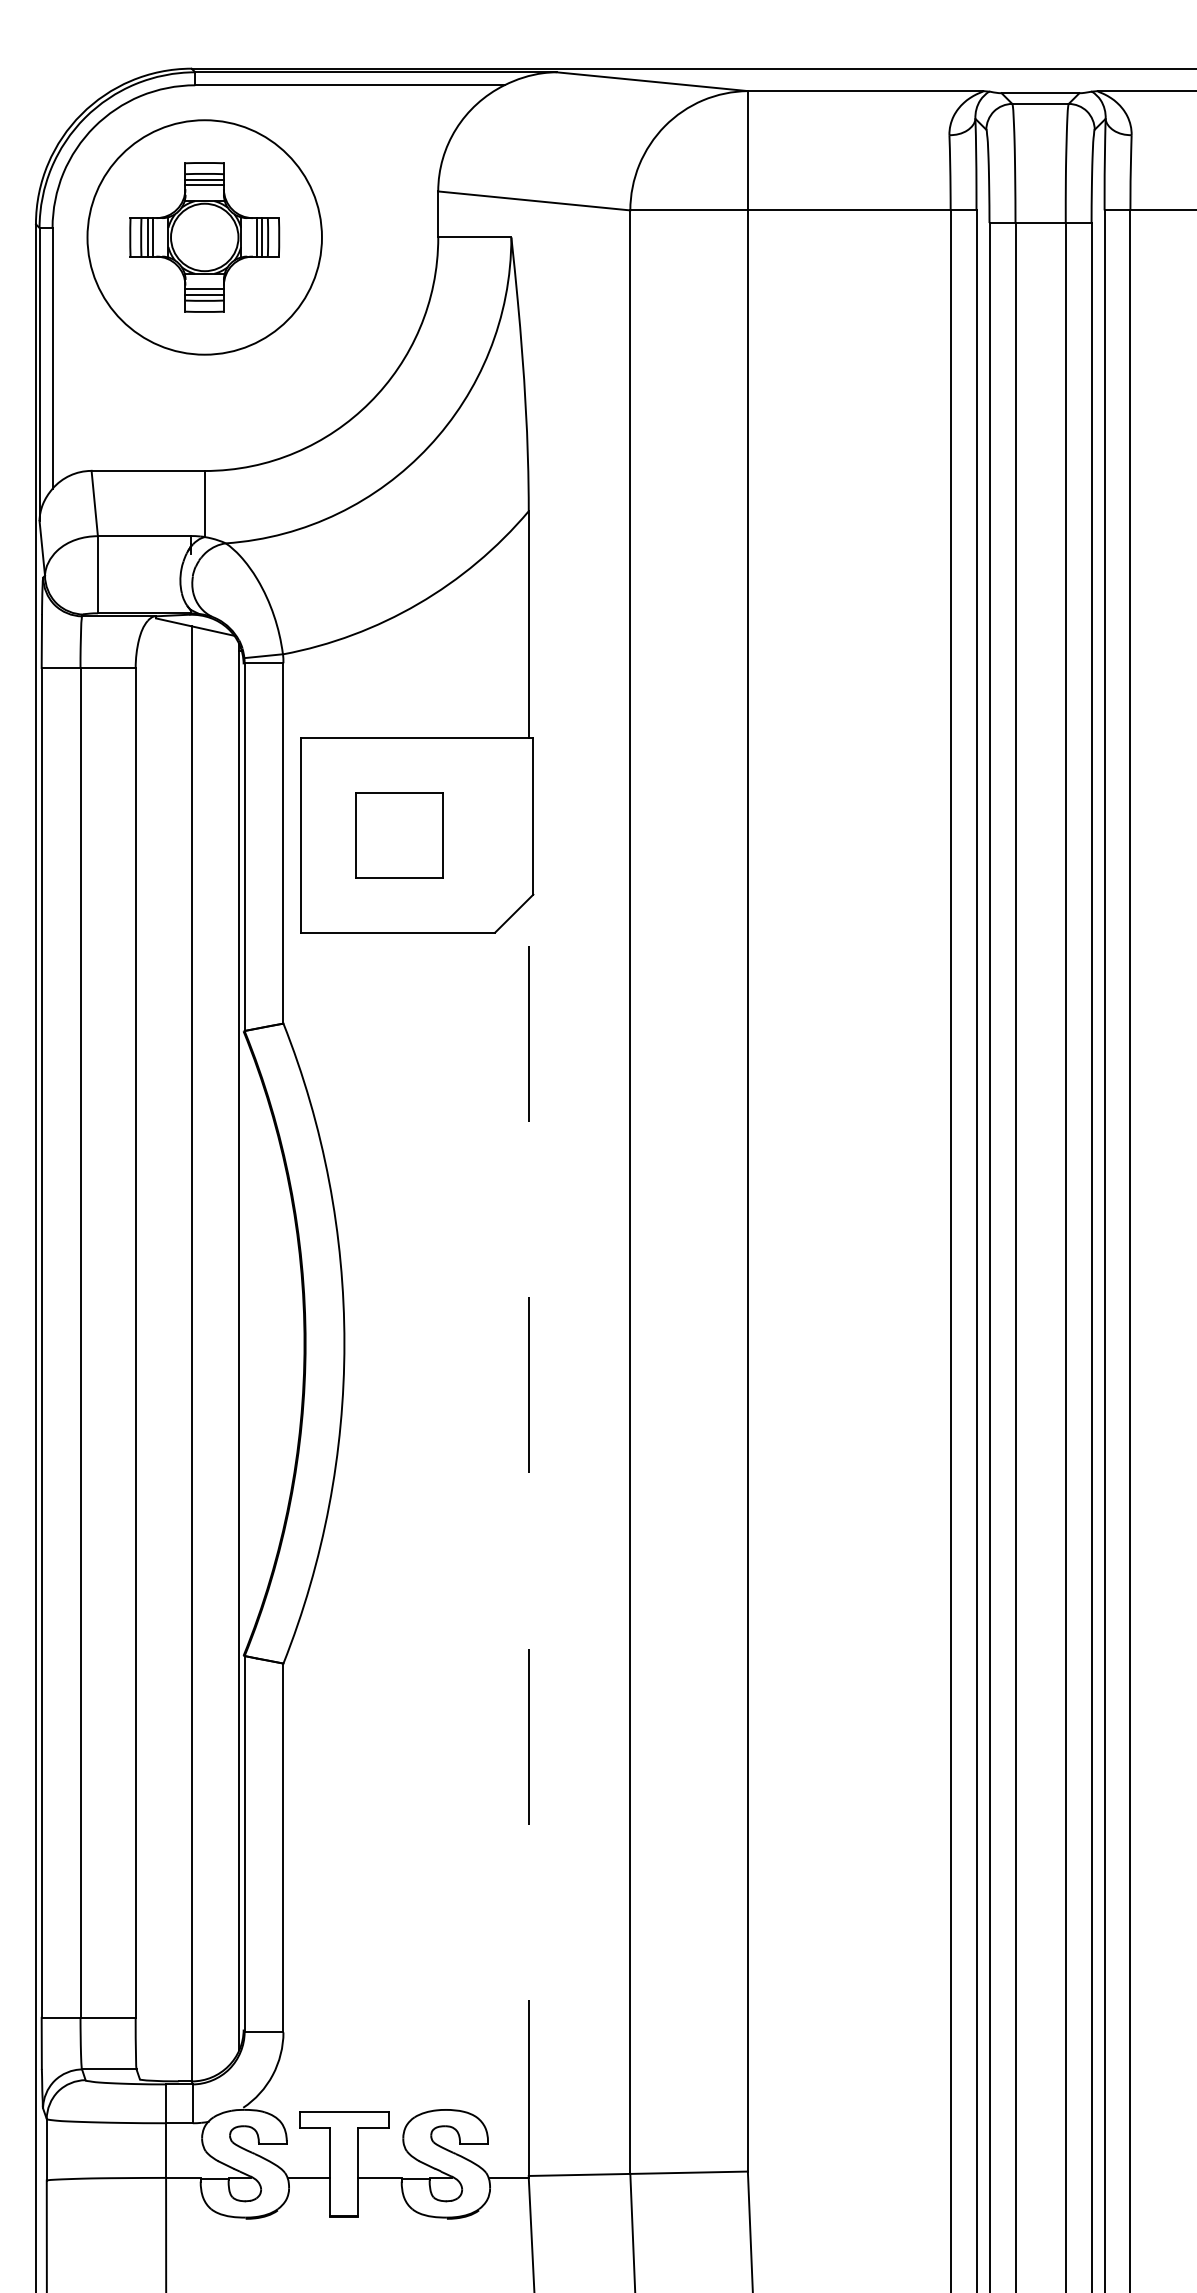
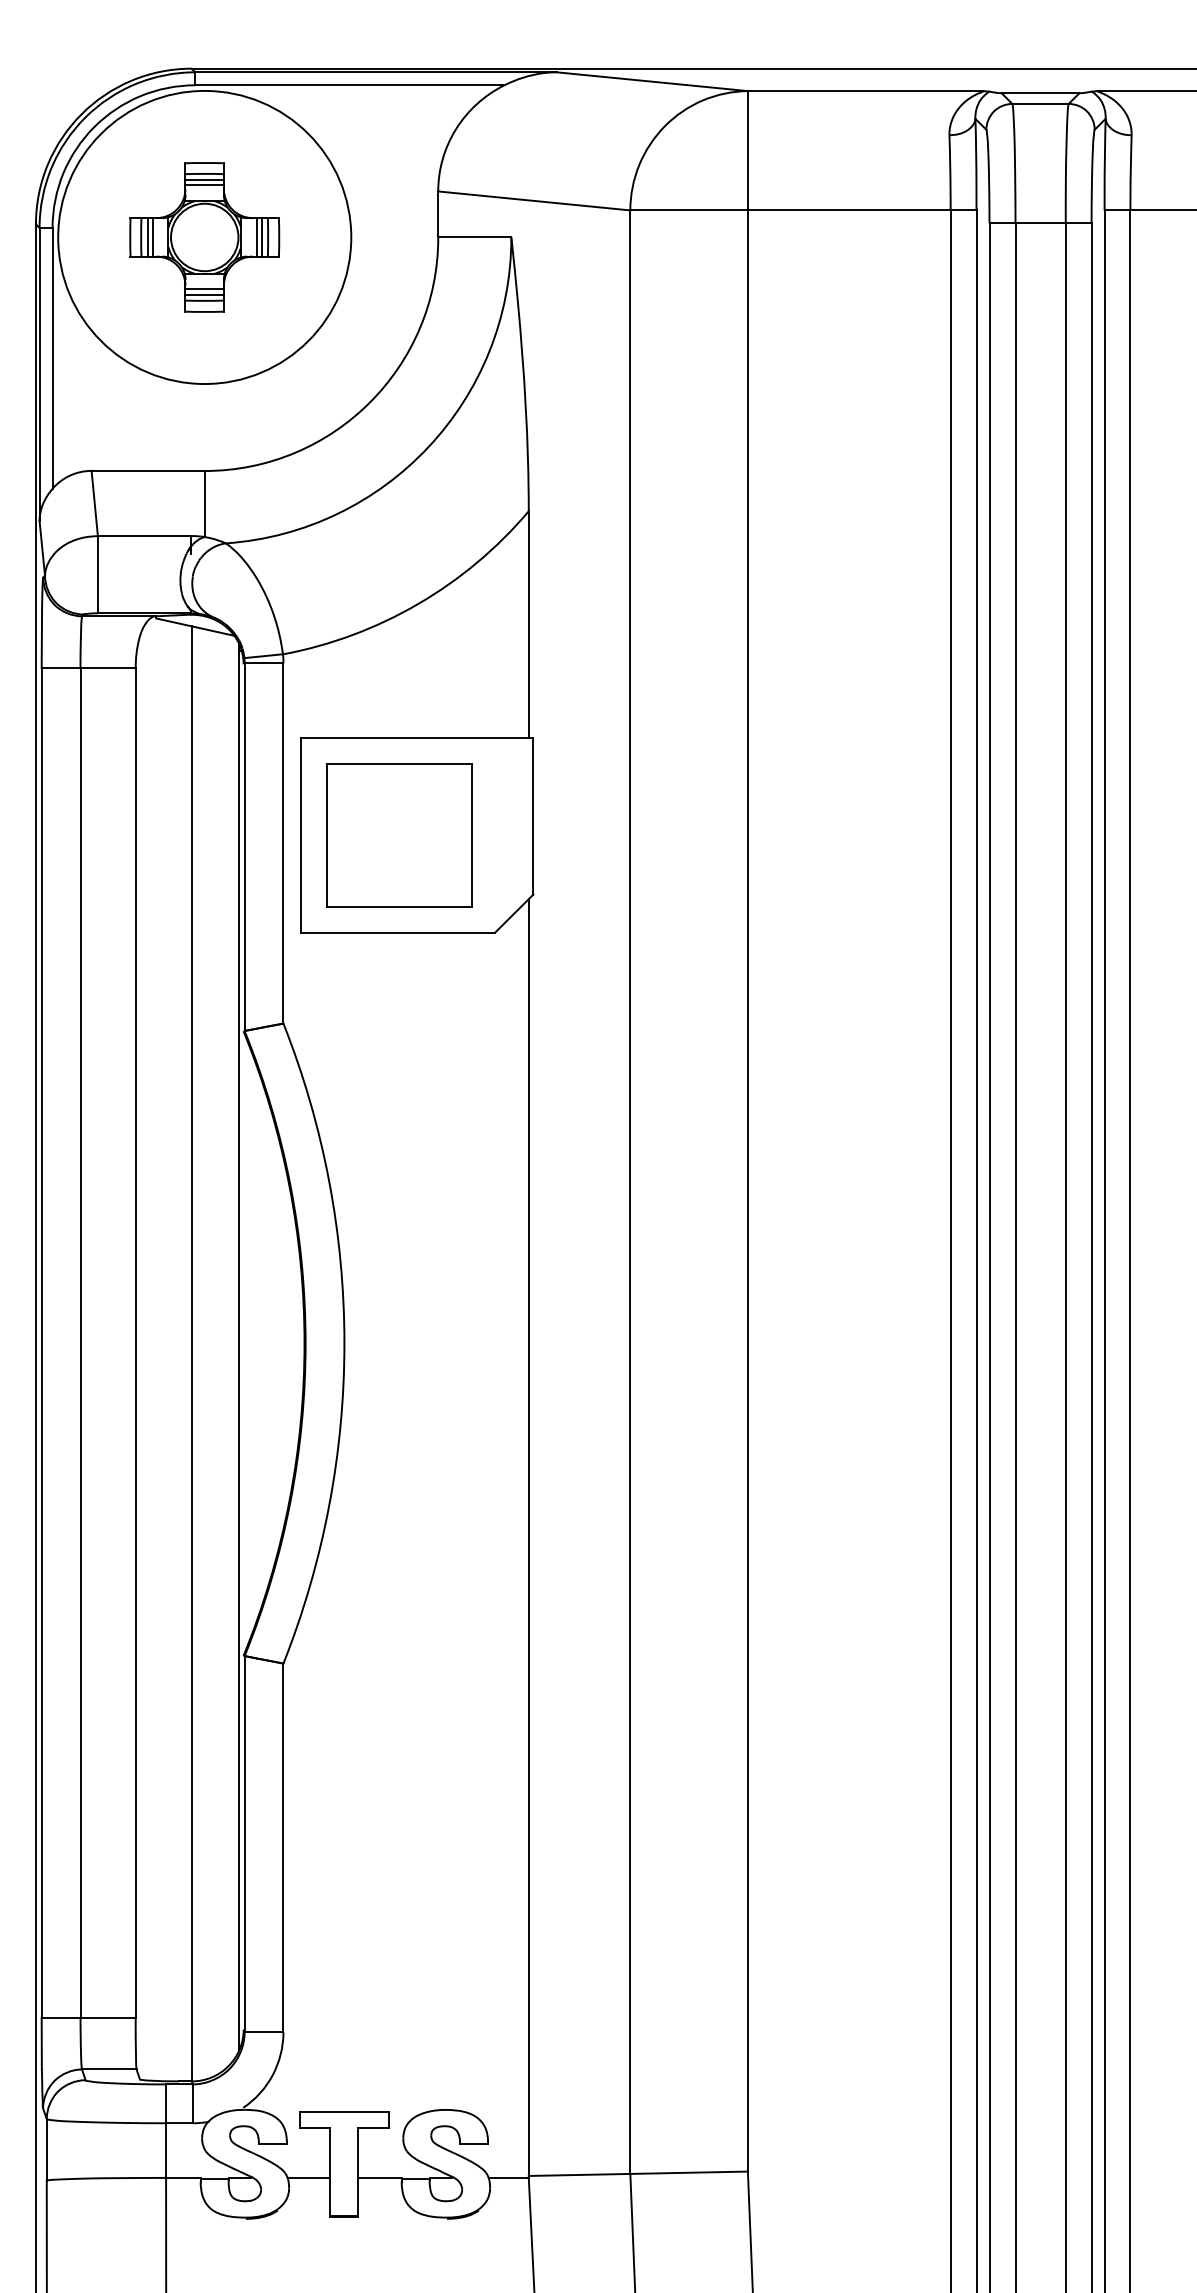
circle at (204, 237) diameter: 234 px -> 293 px
part at (399, 835) size: 89x87 px -> 147x145 px
line at (528, 1537): dashed -> solid
